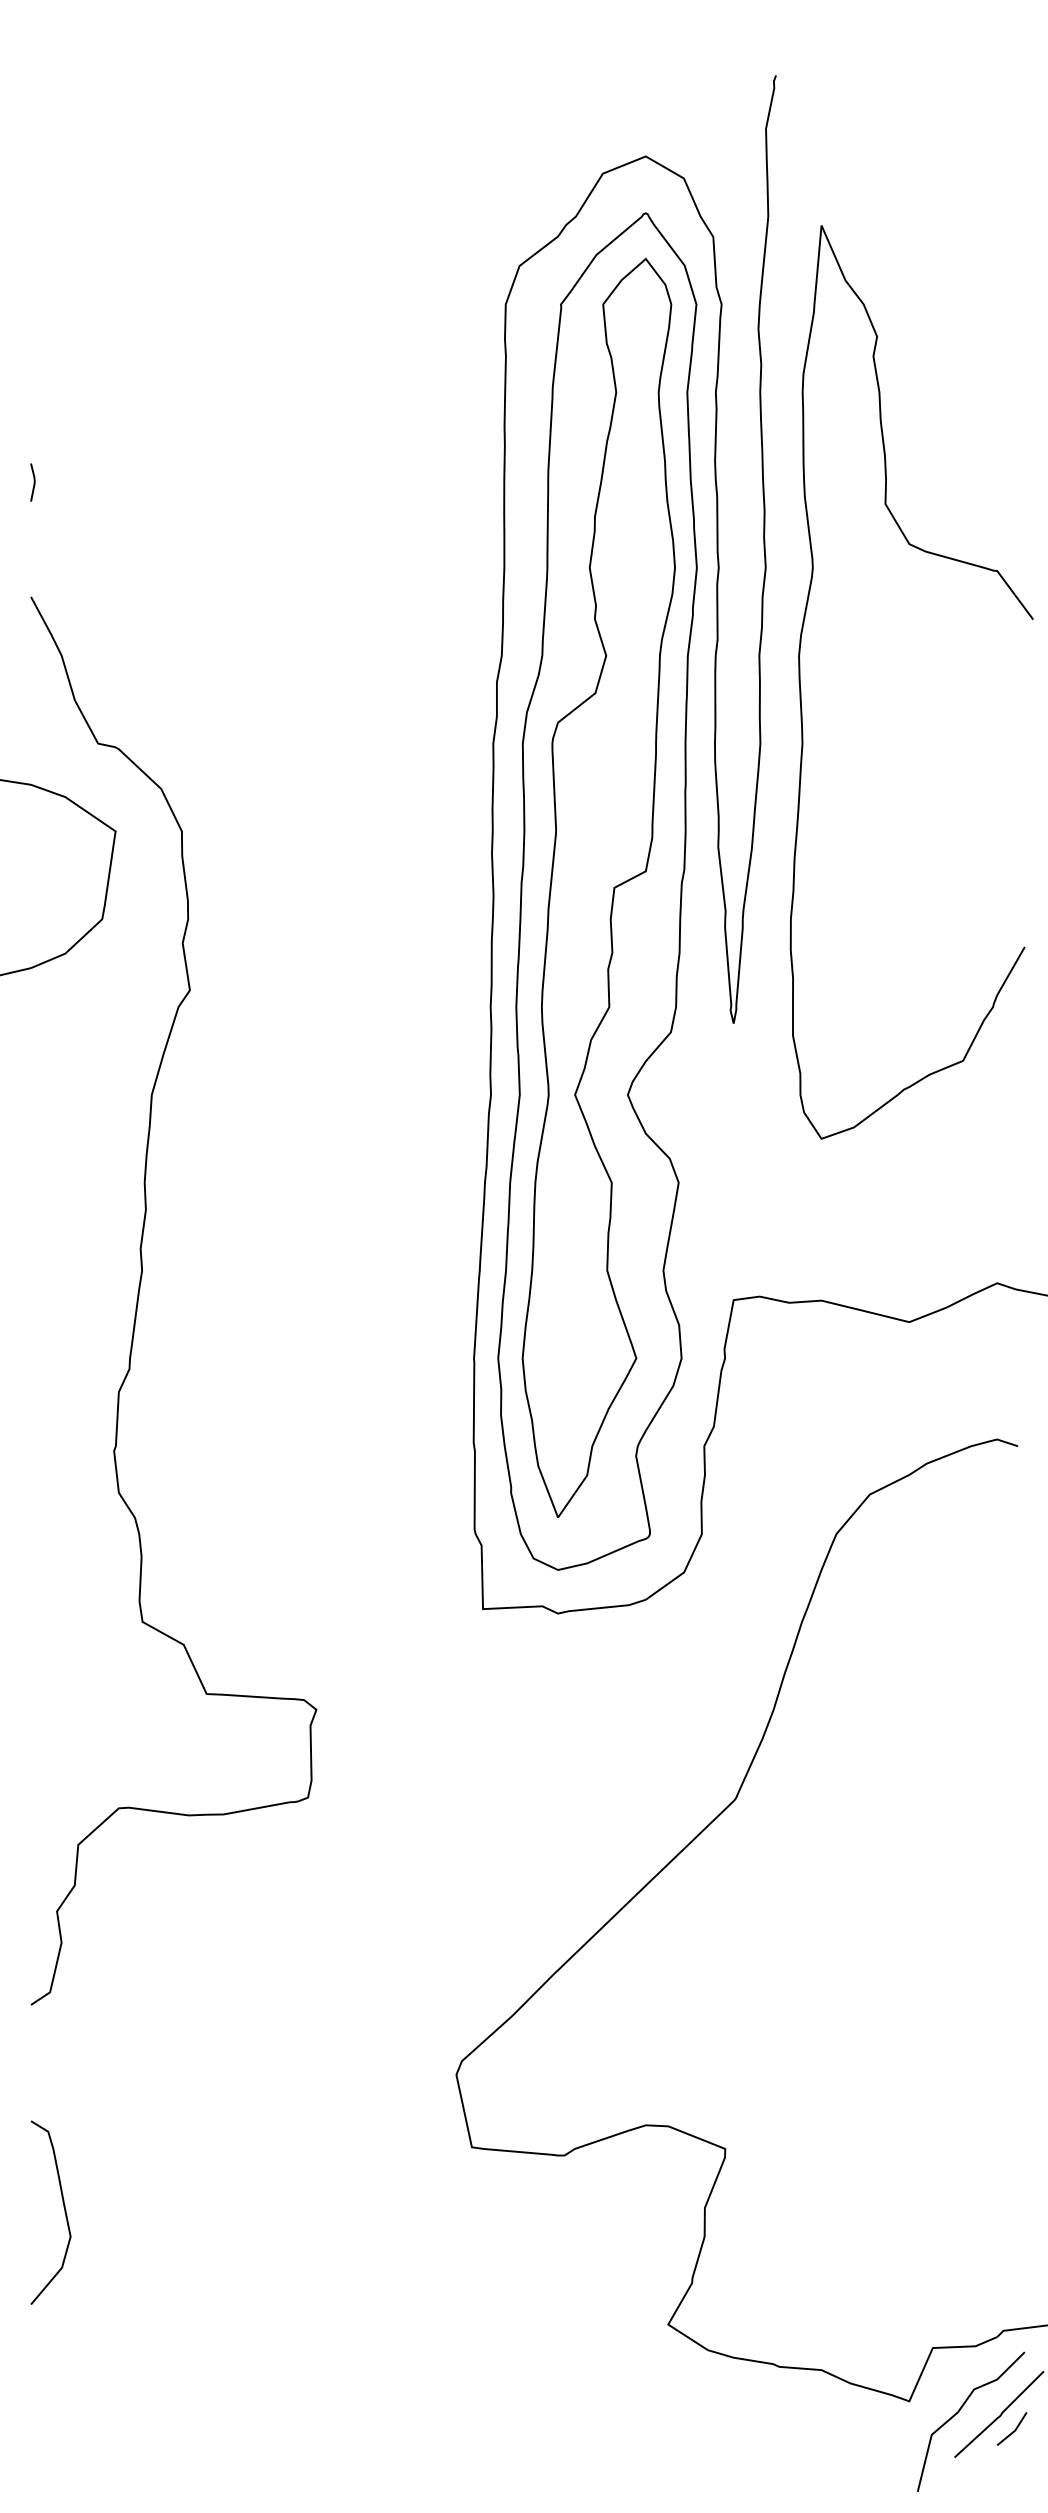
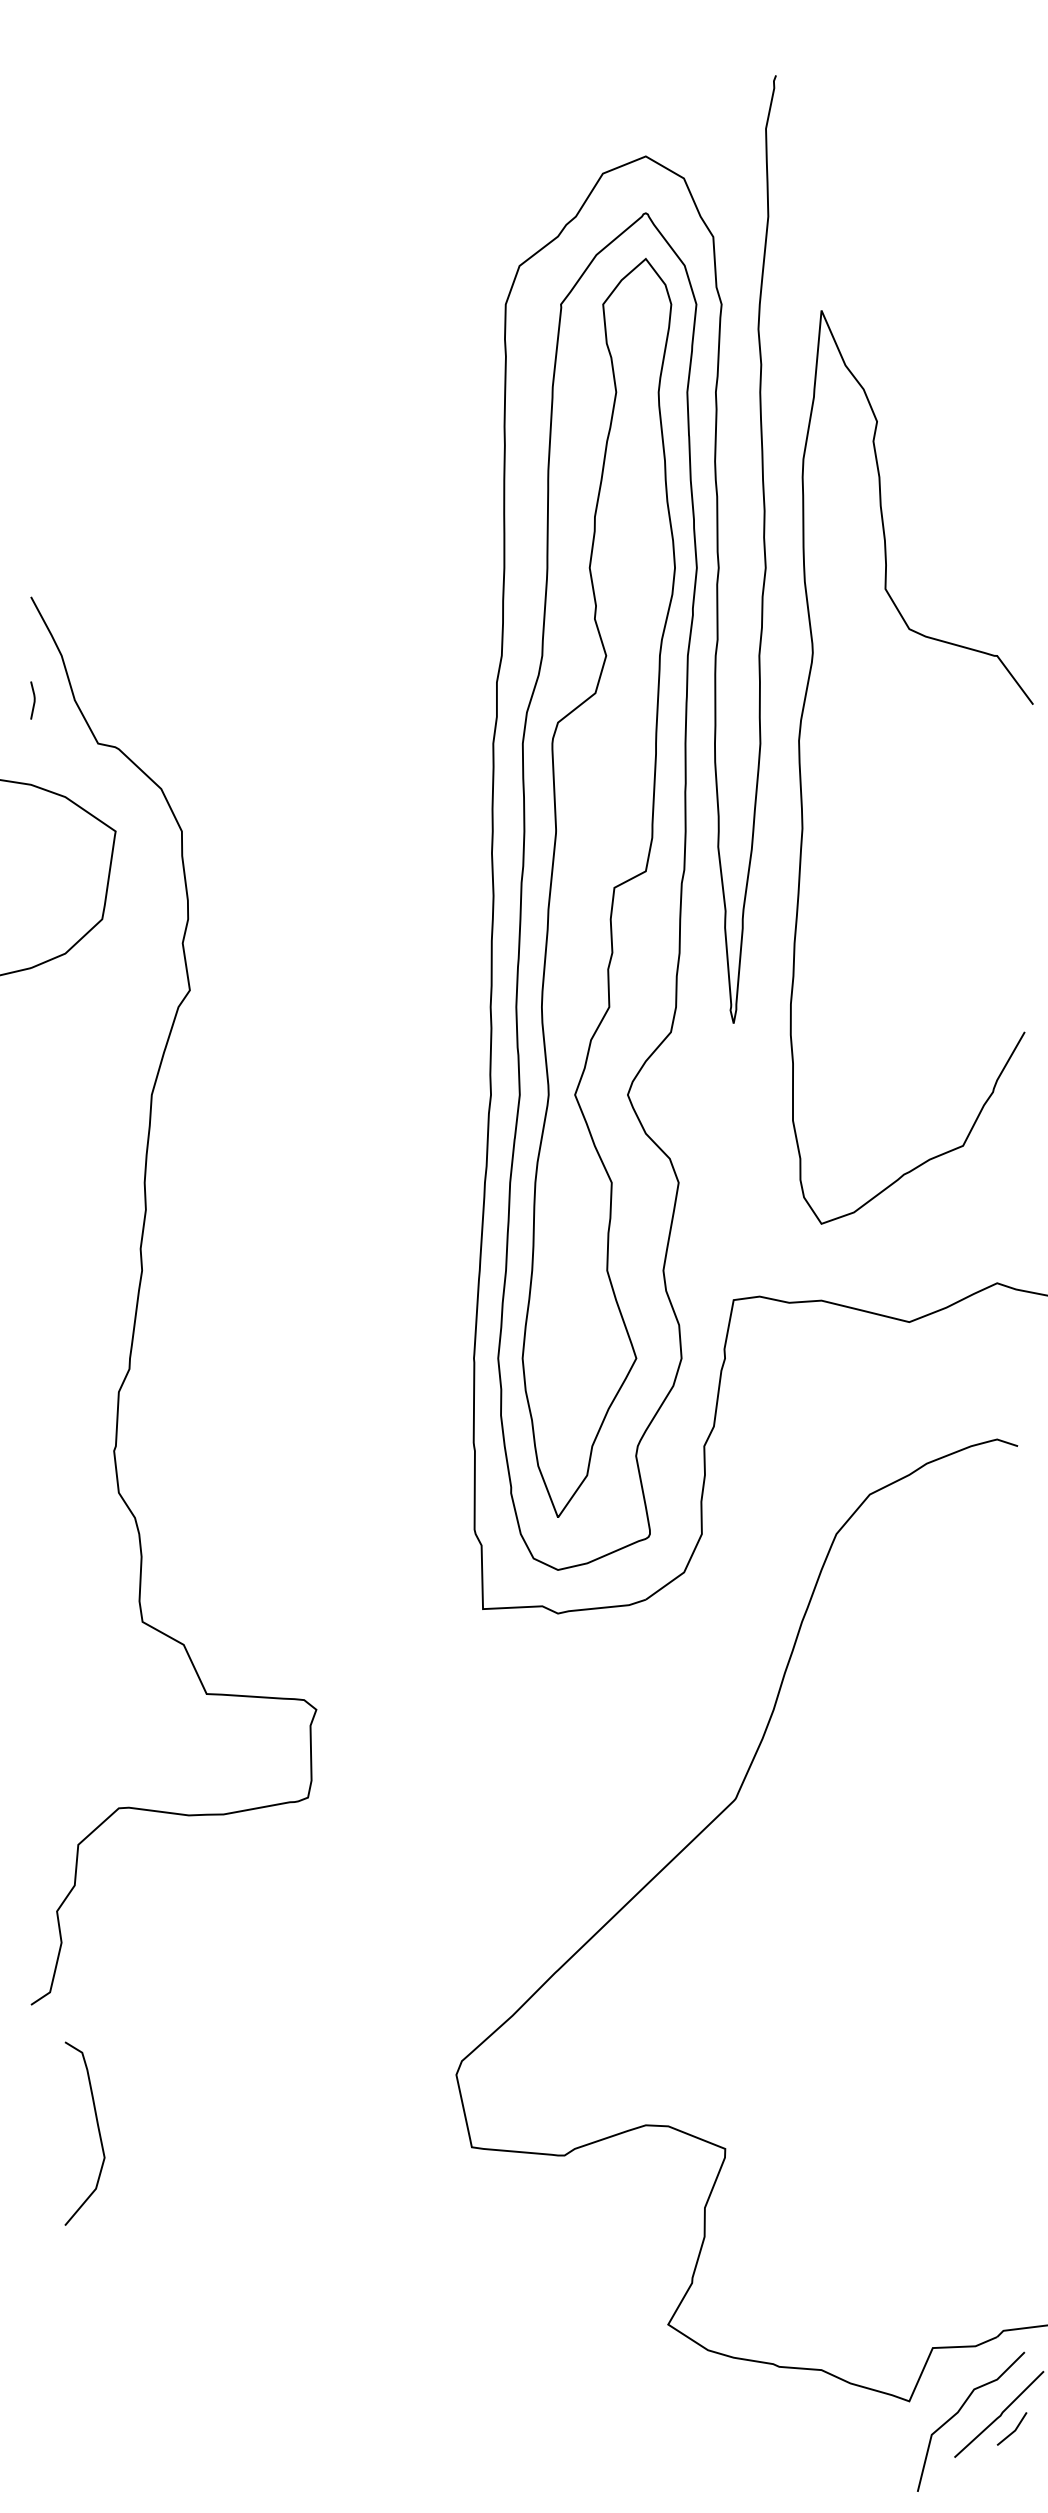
line at (33, 482) position: (33, 482) -> (33, 700)
curve at (801, 689) position: (801, 689) -> (801, 774)
curve at (63, 2207) position: (63, 2207) -> (97, 2128)
